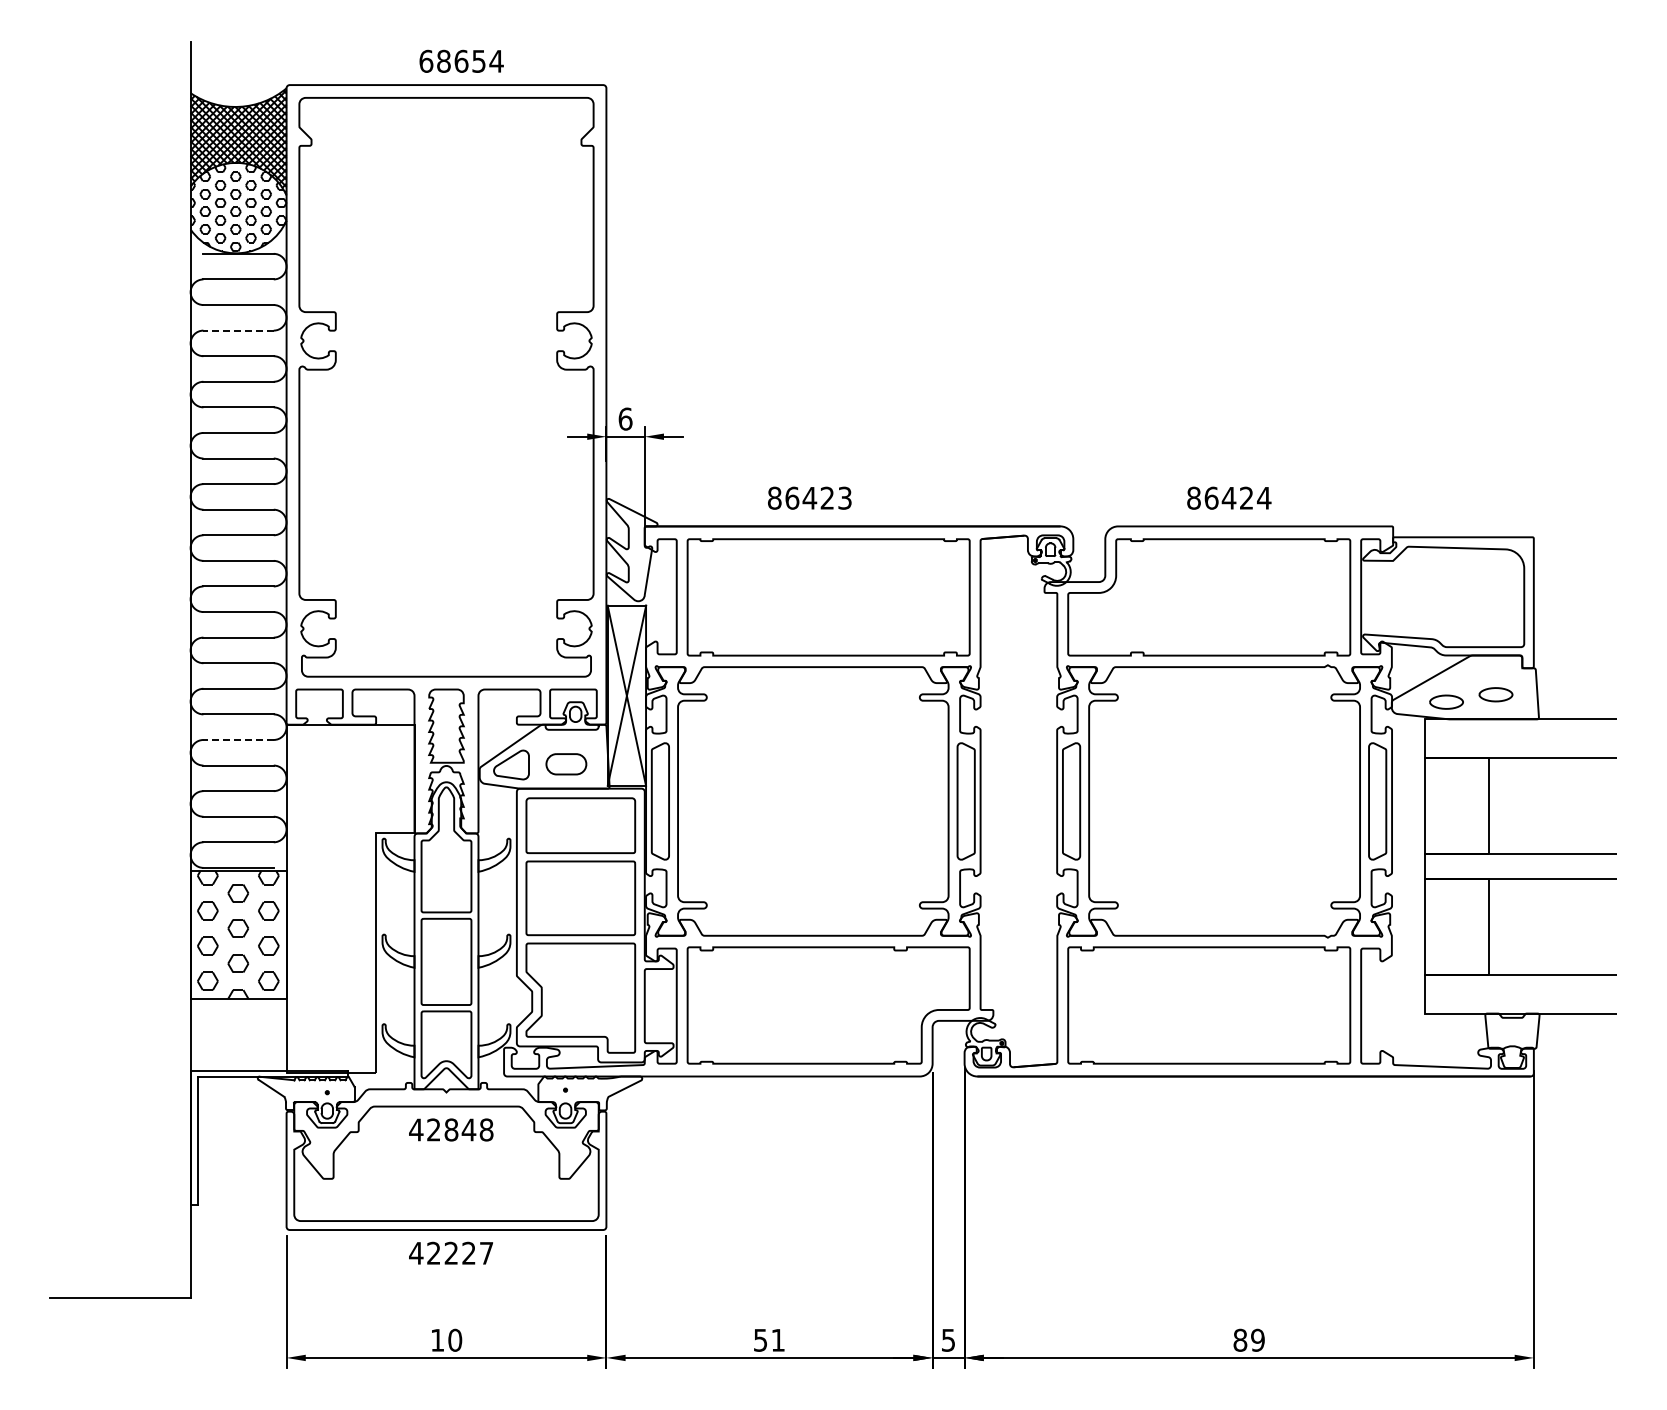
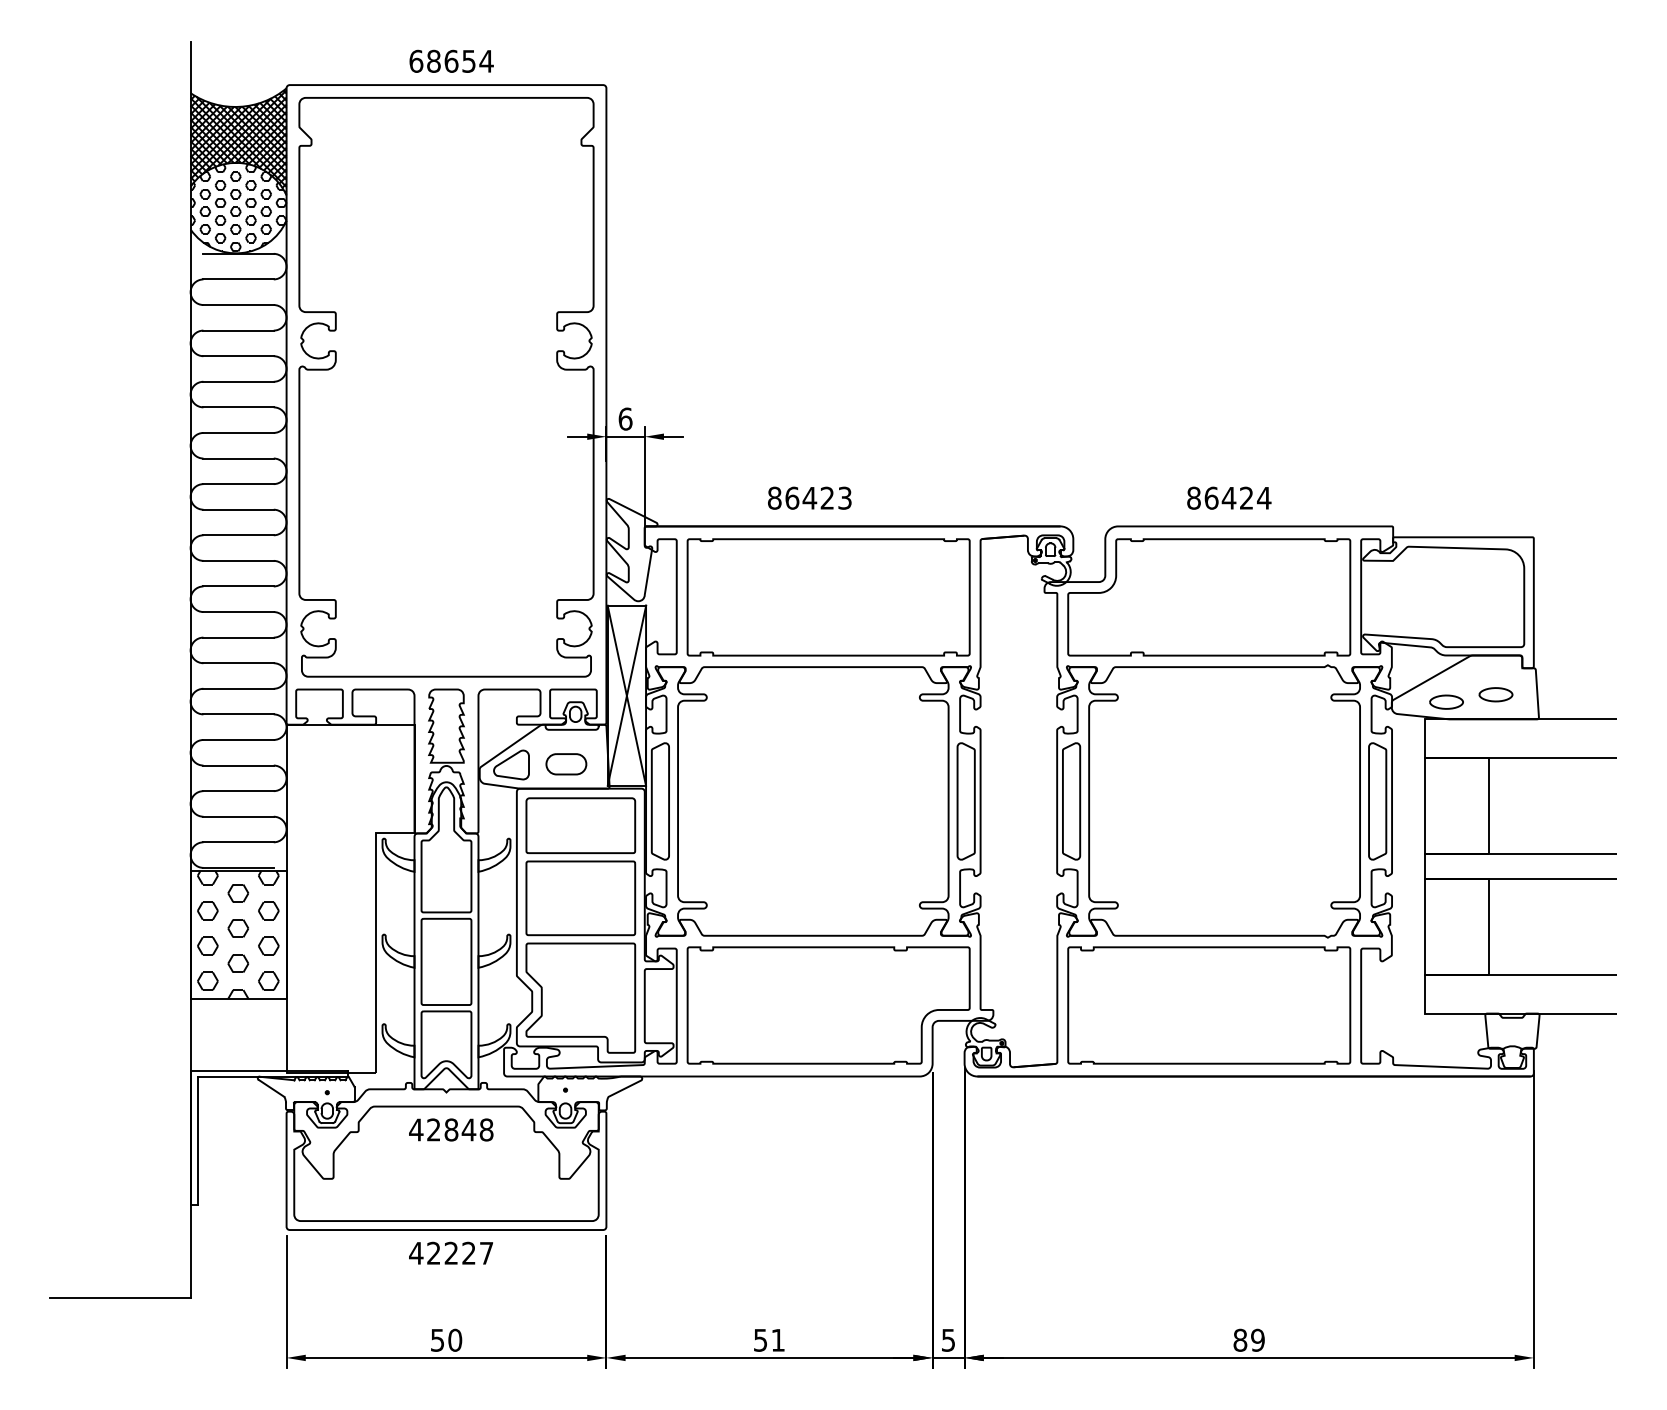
text at (461, 60) position: (461, 60) -> (451, 60)
line at (238, 330): dashed -> solid
line at (238, 739): dashed -> solid
text at (437, 1340): 10 -> 50
